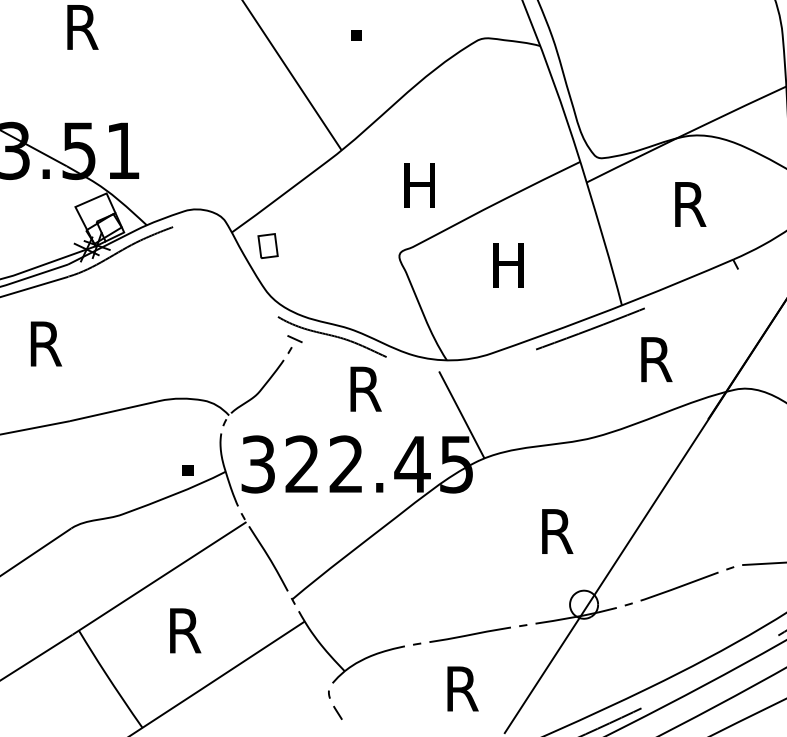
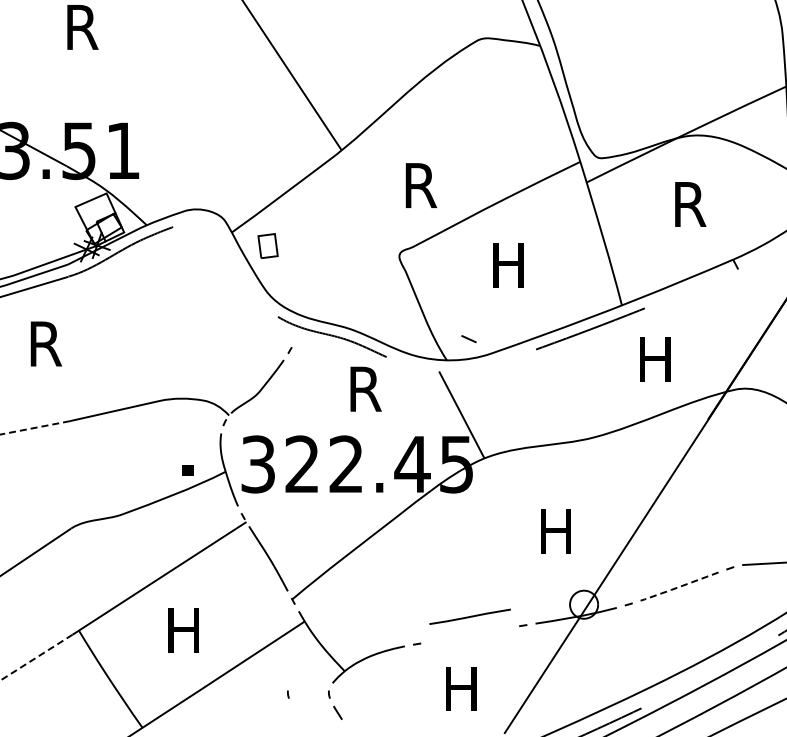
part at (356, 35): present -> none
text at (420, 185): H -> R
line at (294, 339) position: (294, 339) -> (468, 339)
text at (656, 359): R -> H
line at (34, 427): solid -> dashed
text at (557, 531): R -> H
line at (677, 587): solid -> dashed
text at (184, 630): R -> H
line at (469, 634) position: (469, 634) -> (469, 616)
line at (36, 657): solid -> dashed
text at (462, 688): R -> H
curve at (288, 694): none -> present
